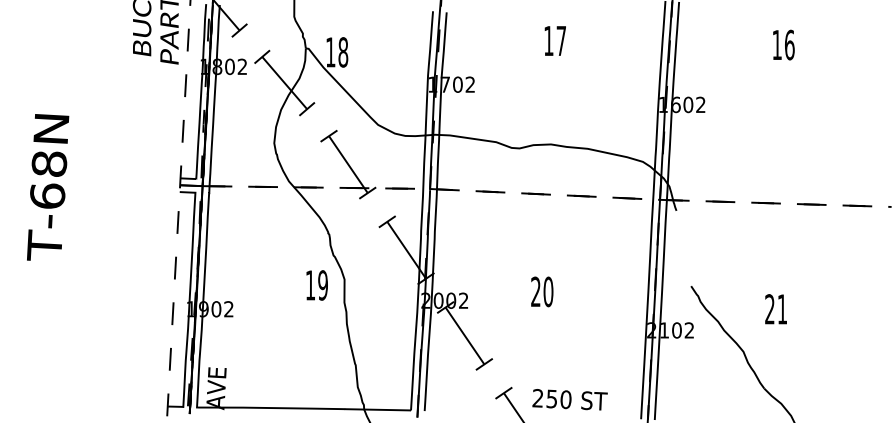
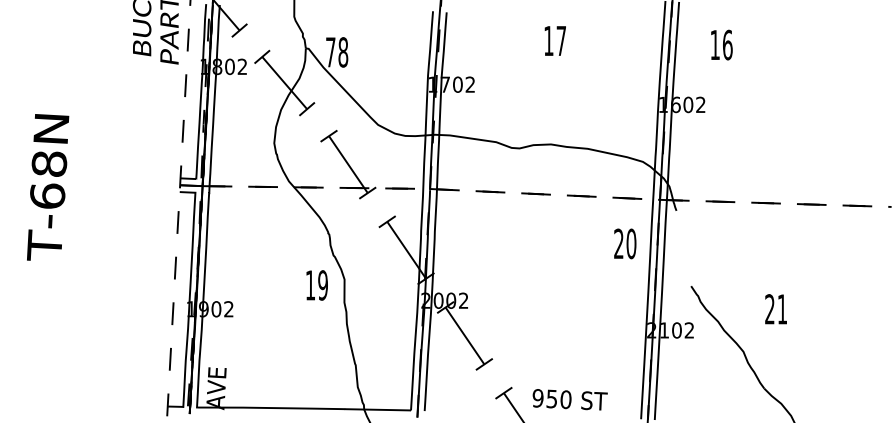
text at (783, 44) position: (783, 44) -> (721, 44)
text at (330, 52): 18 -> 78
text at (542, 291) position: (542, 291) -> (625, 243)
text at (537, 398): 250 -> 950
